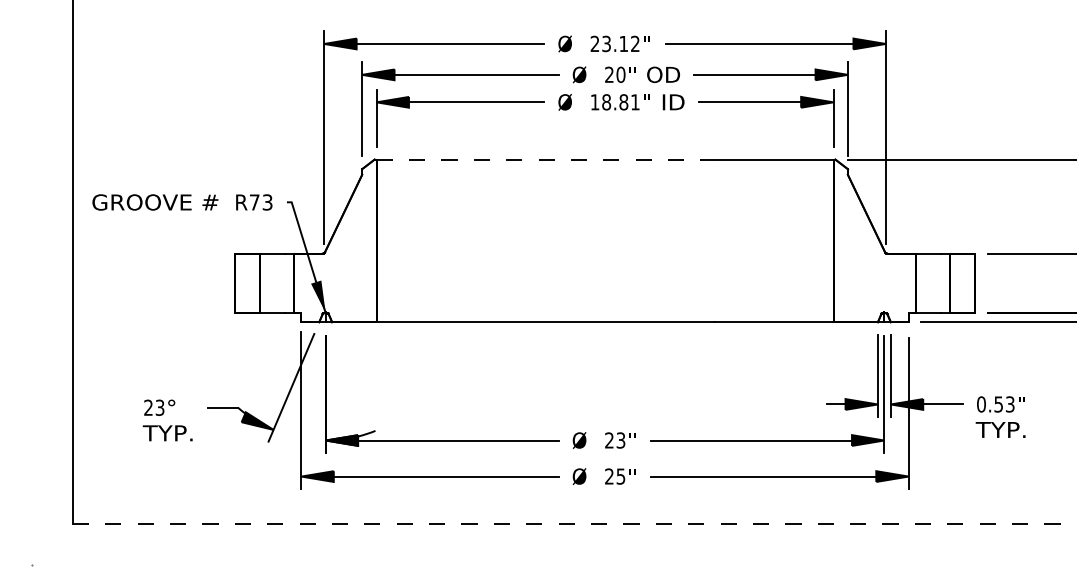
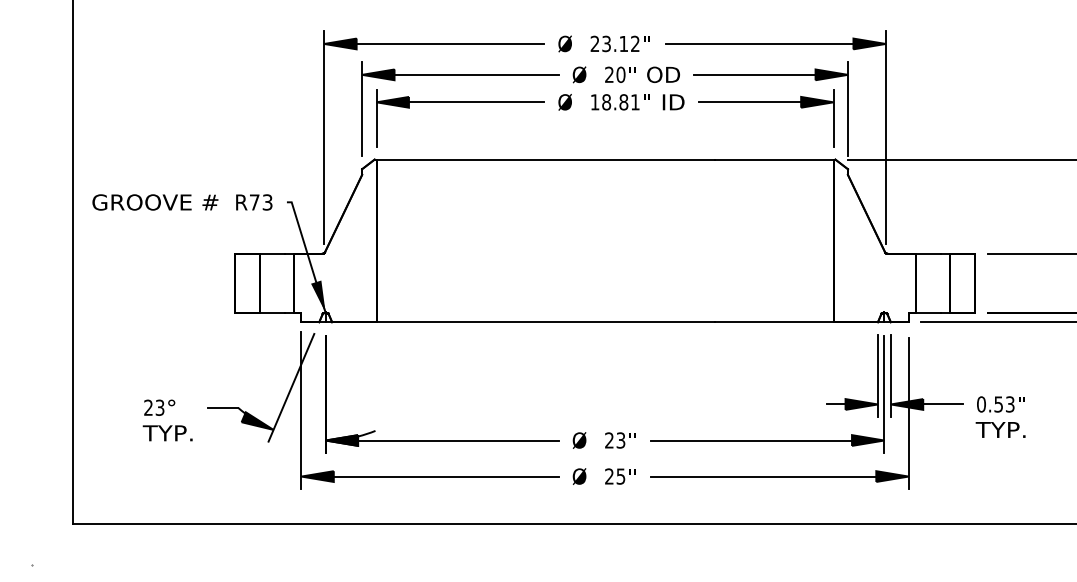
line at (546, 159): dashed -> solid
line at (574, 524): dashed -> solid
